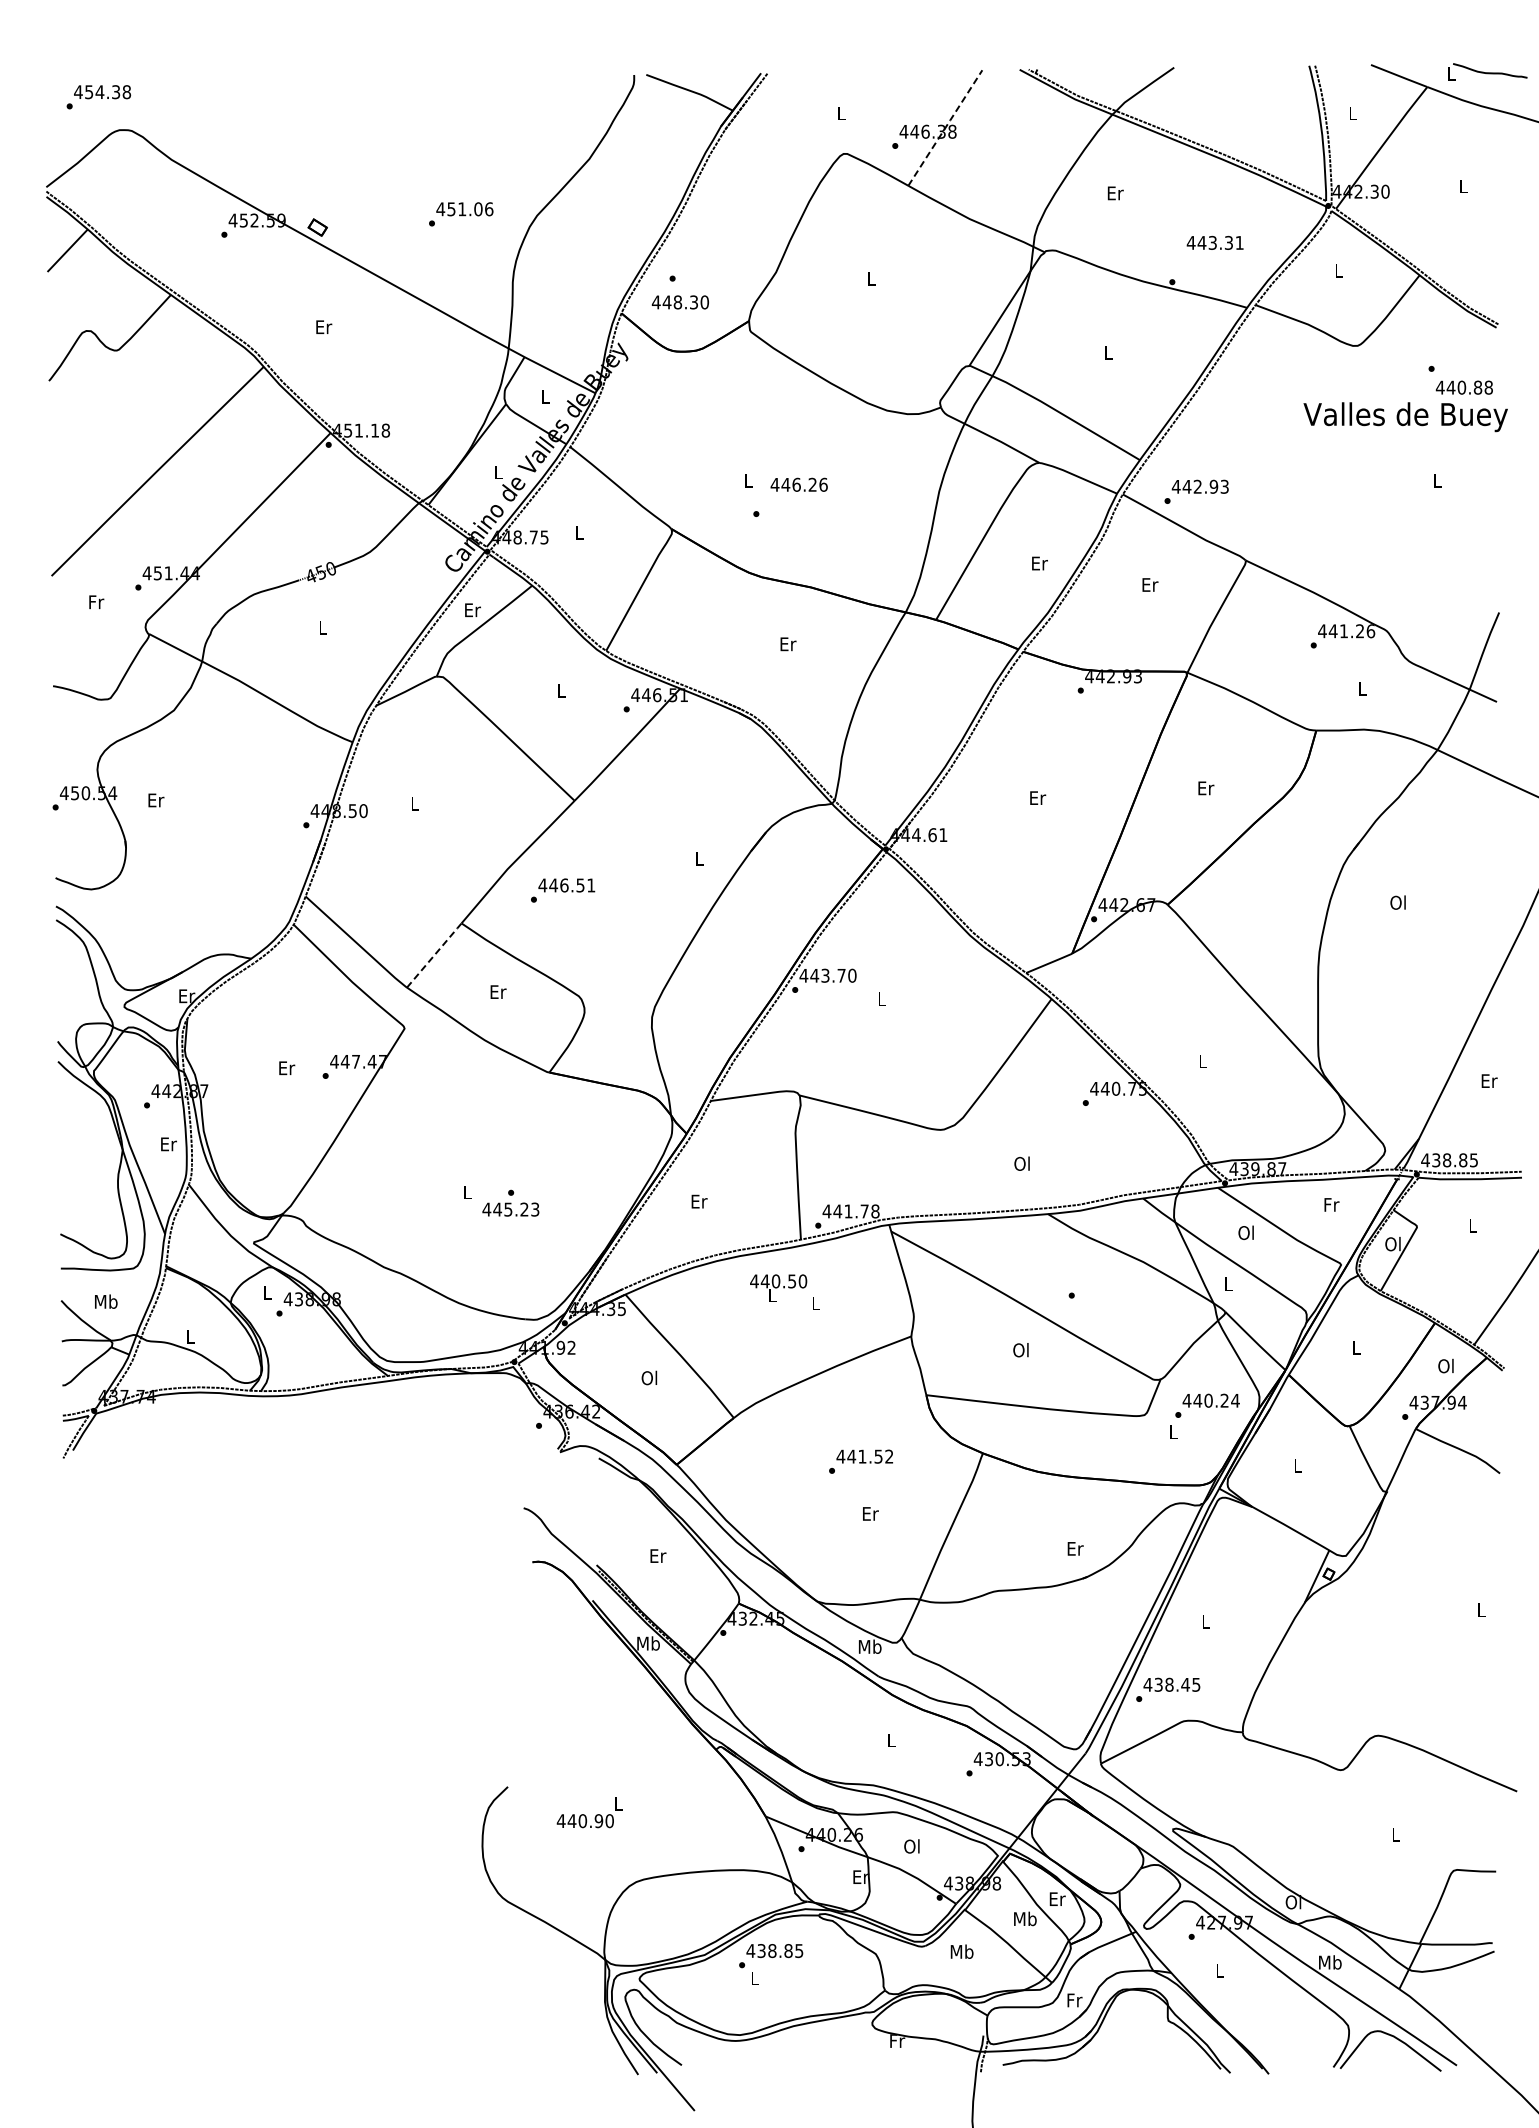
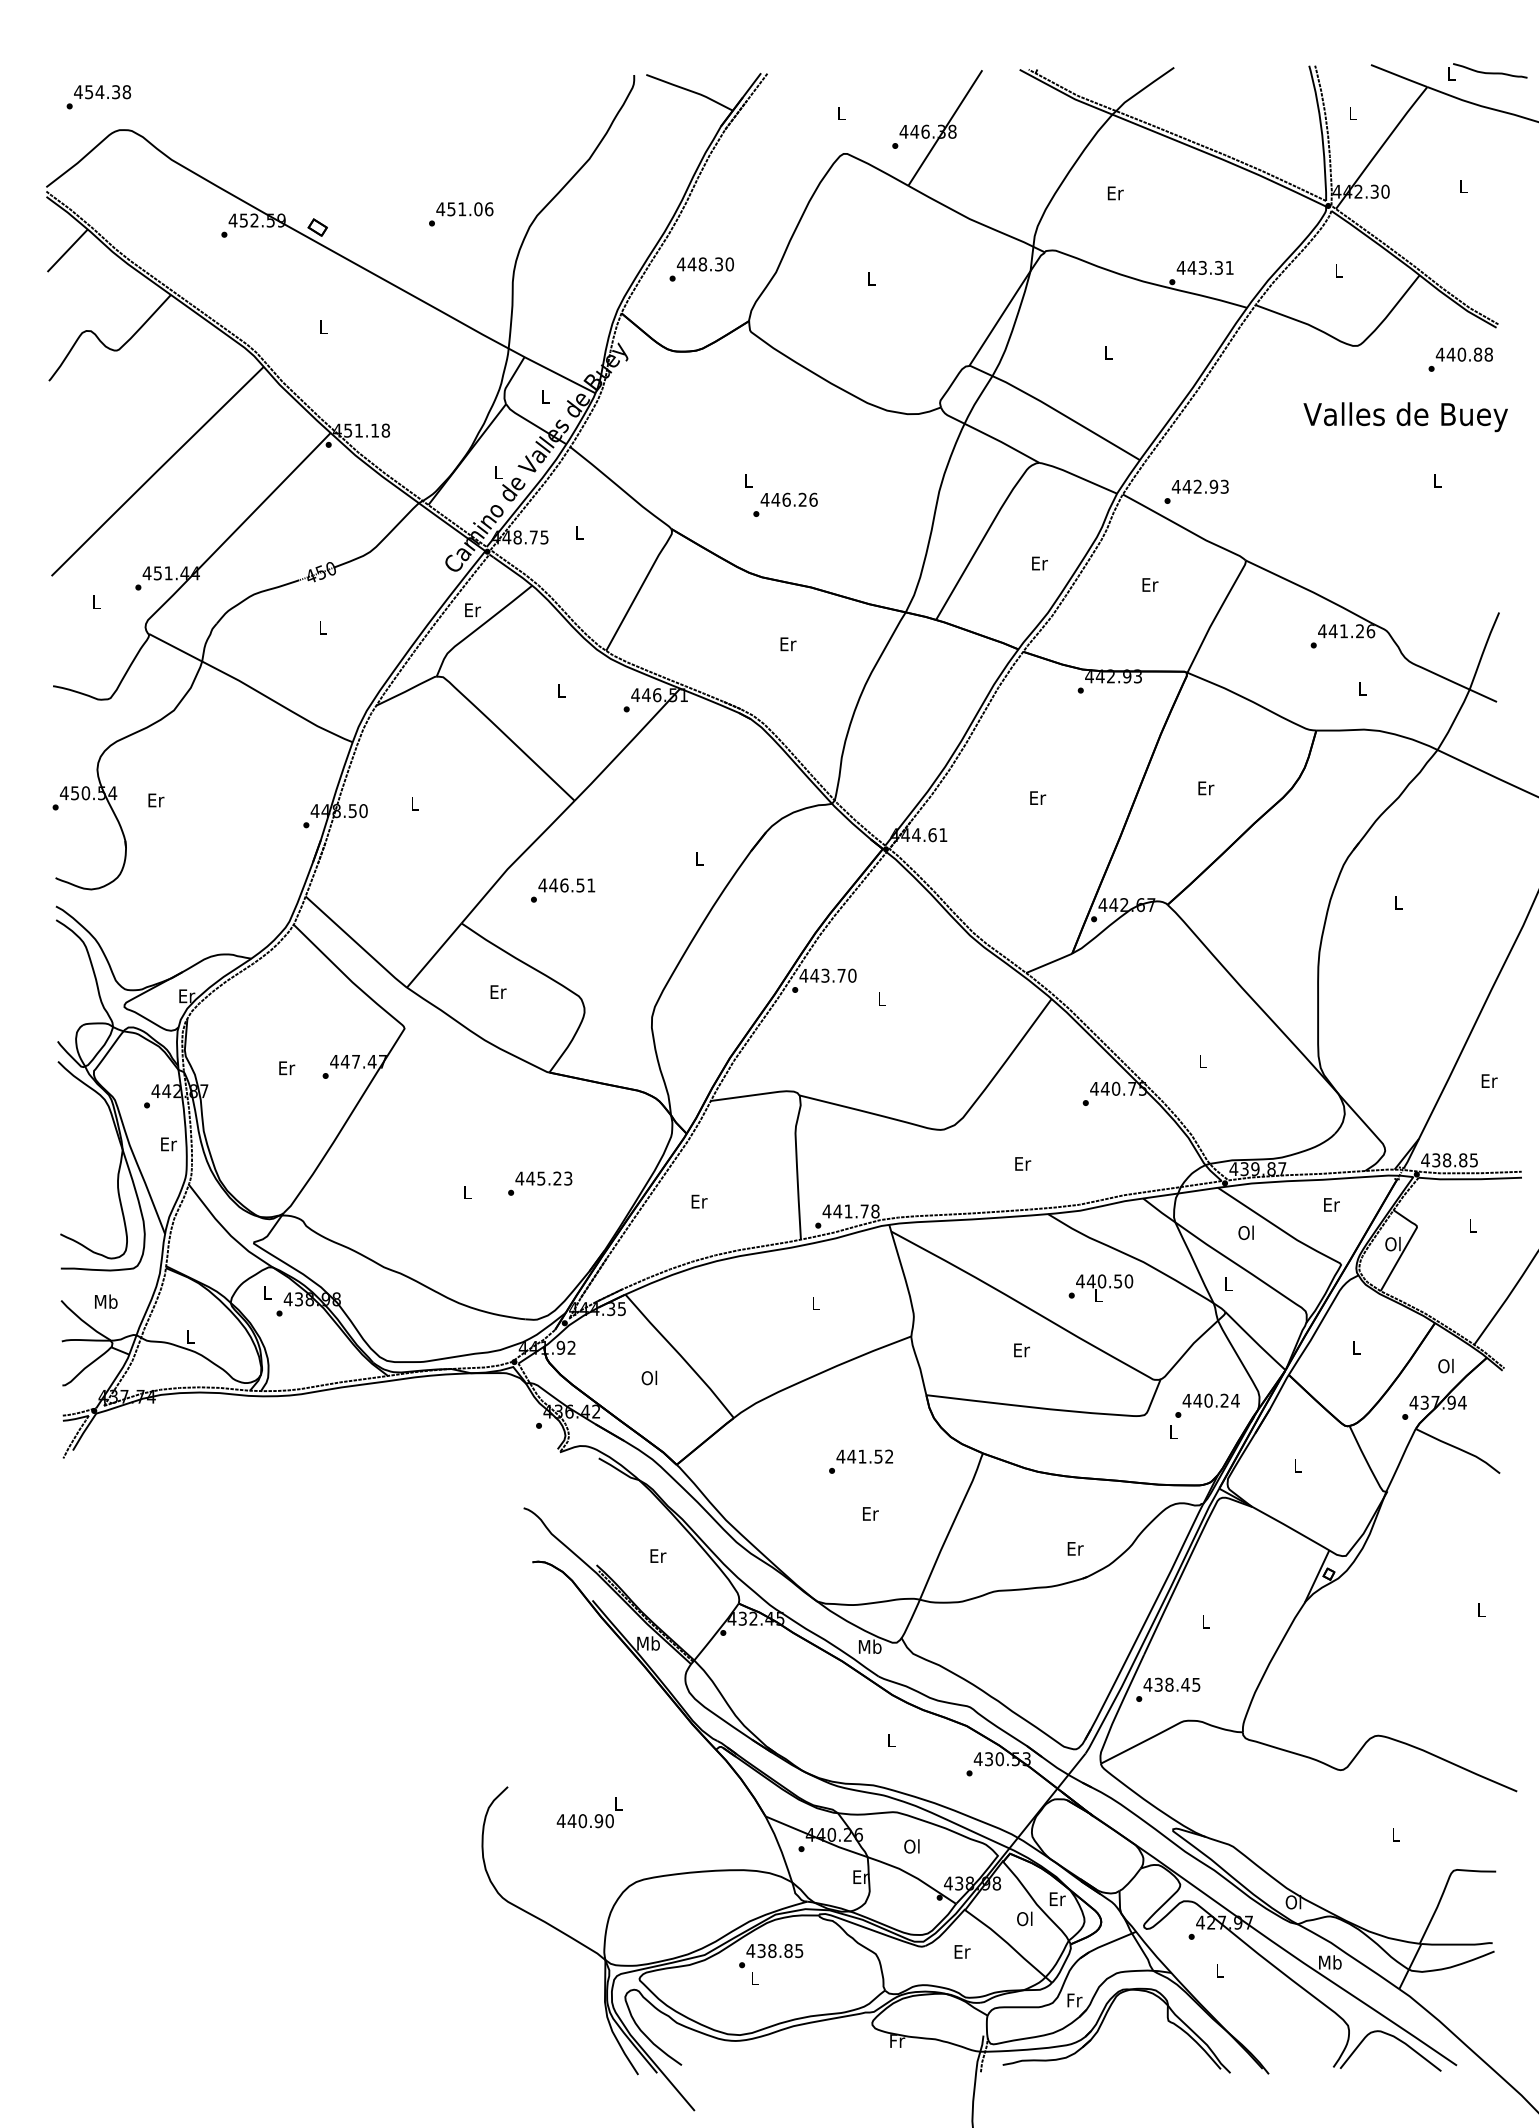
line at (945, 127): dashed -> solid
text at (1214, 242) position: (1214, 242) -> (1204, 267)
text at (679, 302) position: (679, 302) -> (704, 264)
text at (324, 327): Er -> L
text at (1463, 387) position: (1463, 387) -> (1463, 354)
text at (798, 484) position: (798, 484) -> (788, 499)
text at (96, 602): Fr -> L
text at (1397, 902): Ol -> L
line at (434, 954): dashed -> solid
text at (1022, 1163): Ol -> Er
text at (1331, 1204): Fr -> Er
text at (510, 1209) position: (510, 1209) -> (543, 1178)
text at (778, 1287) position: (778, 1287) -> (1104, 1287)
text at (1021, 1350): Ol -> Er
text at (1025, 1918): Mb -> Ol
text at (961, 1951): Mb -> Er
